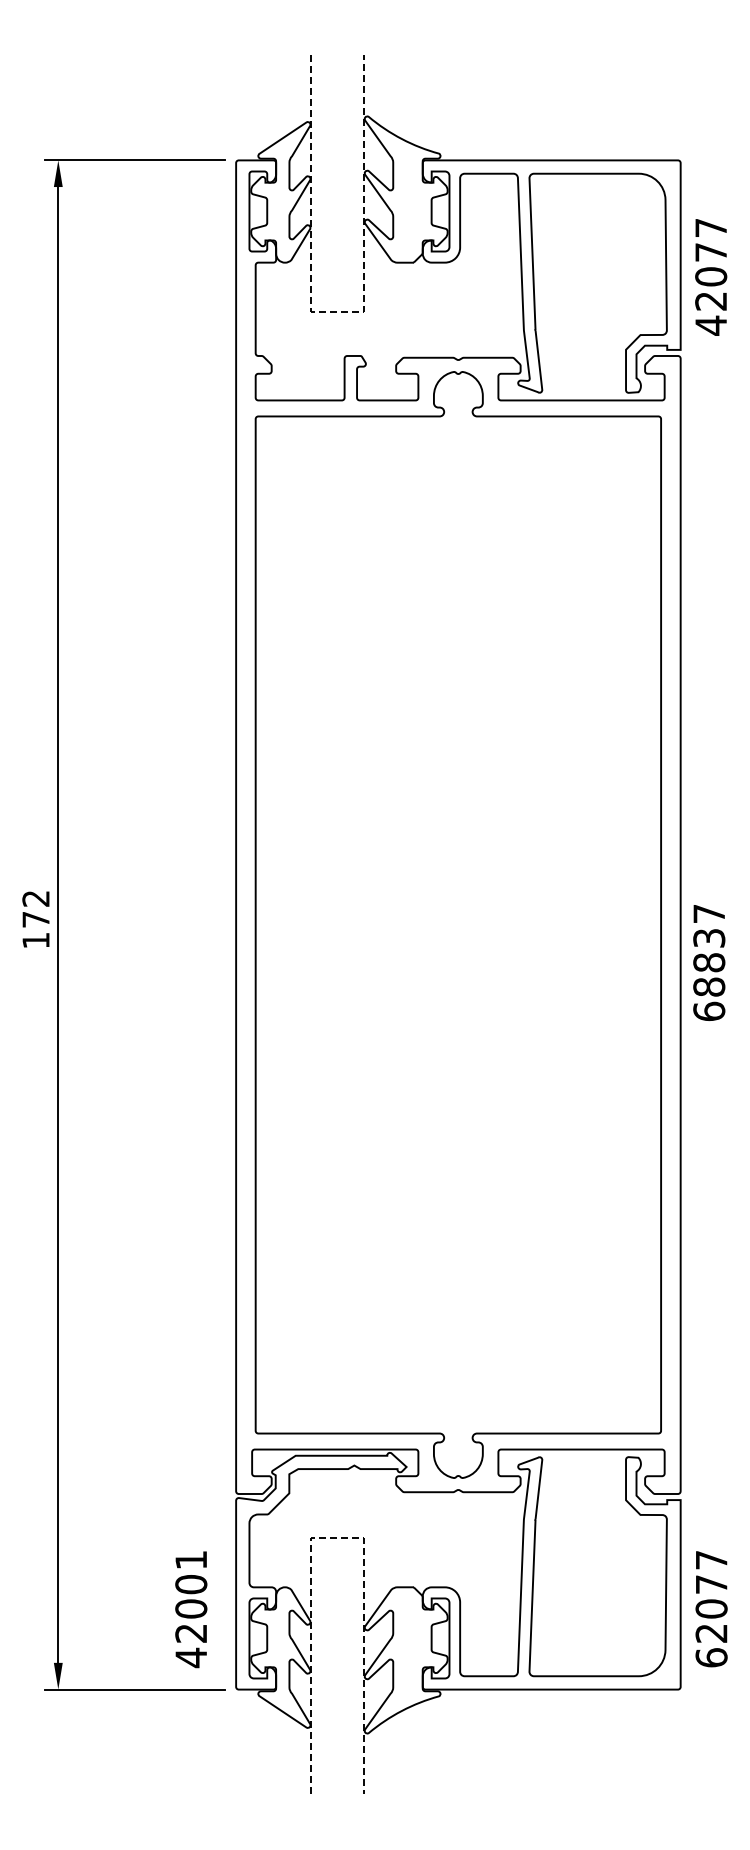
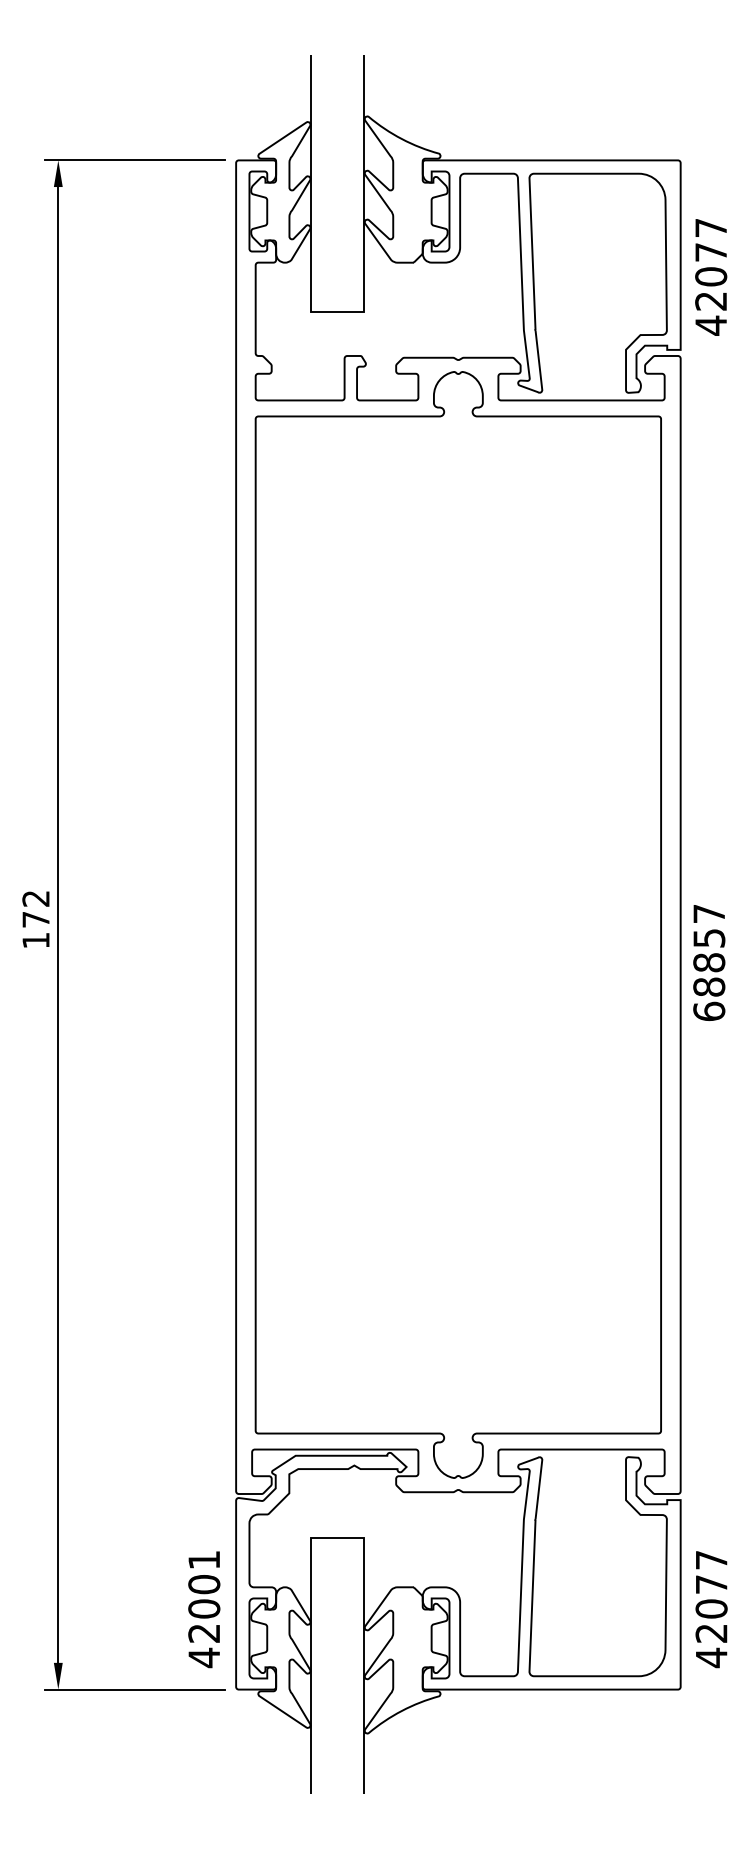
line at (337, 311): dashed -> solid
text at (708, 937): 68837 -> 68857
line at (337, 1538): dashed -> solid
text at (191, 1609) position: (191, 1609) -> (204, 1609)
text at (711, 1657): 62077 -> 42077
